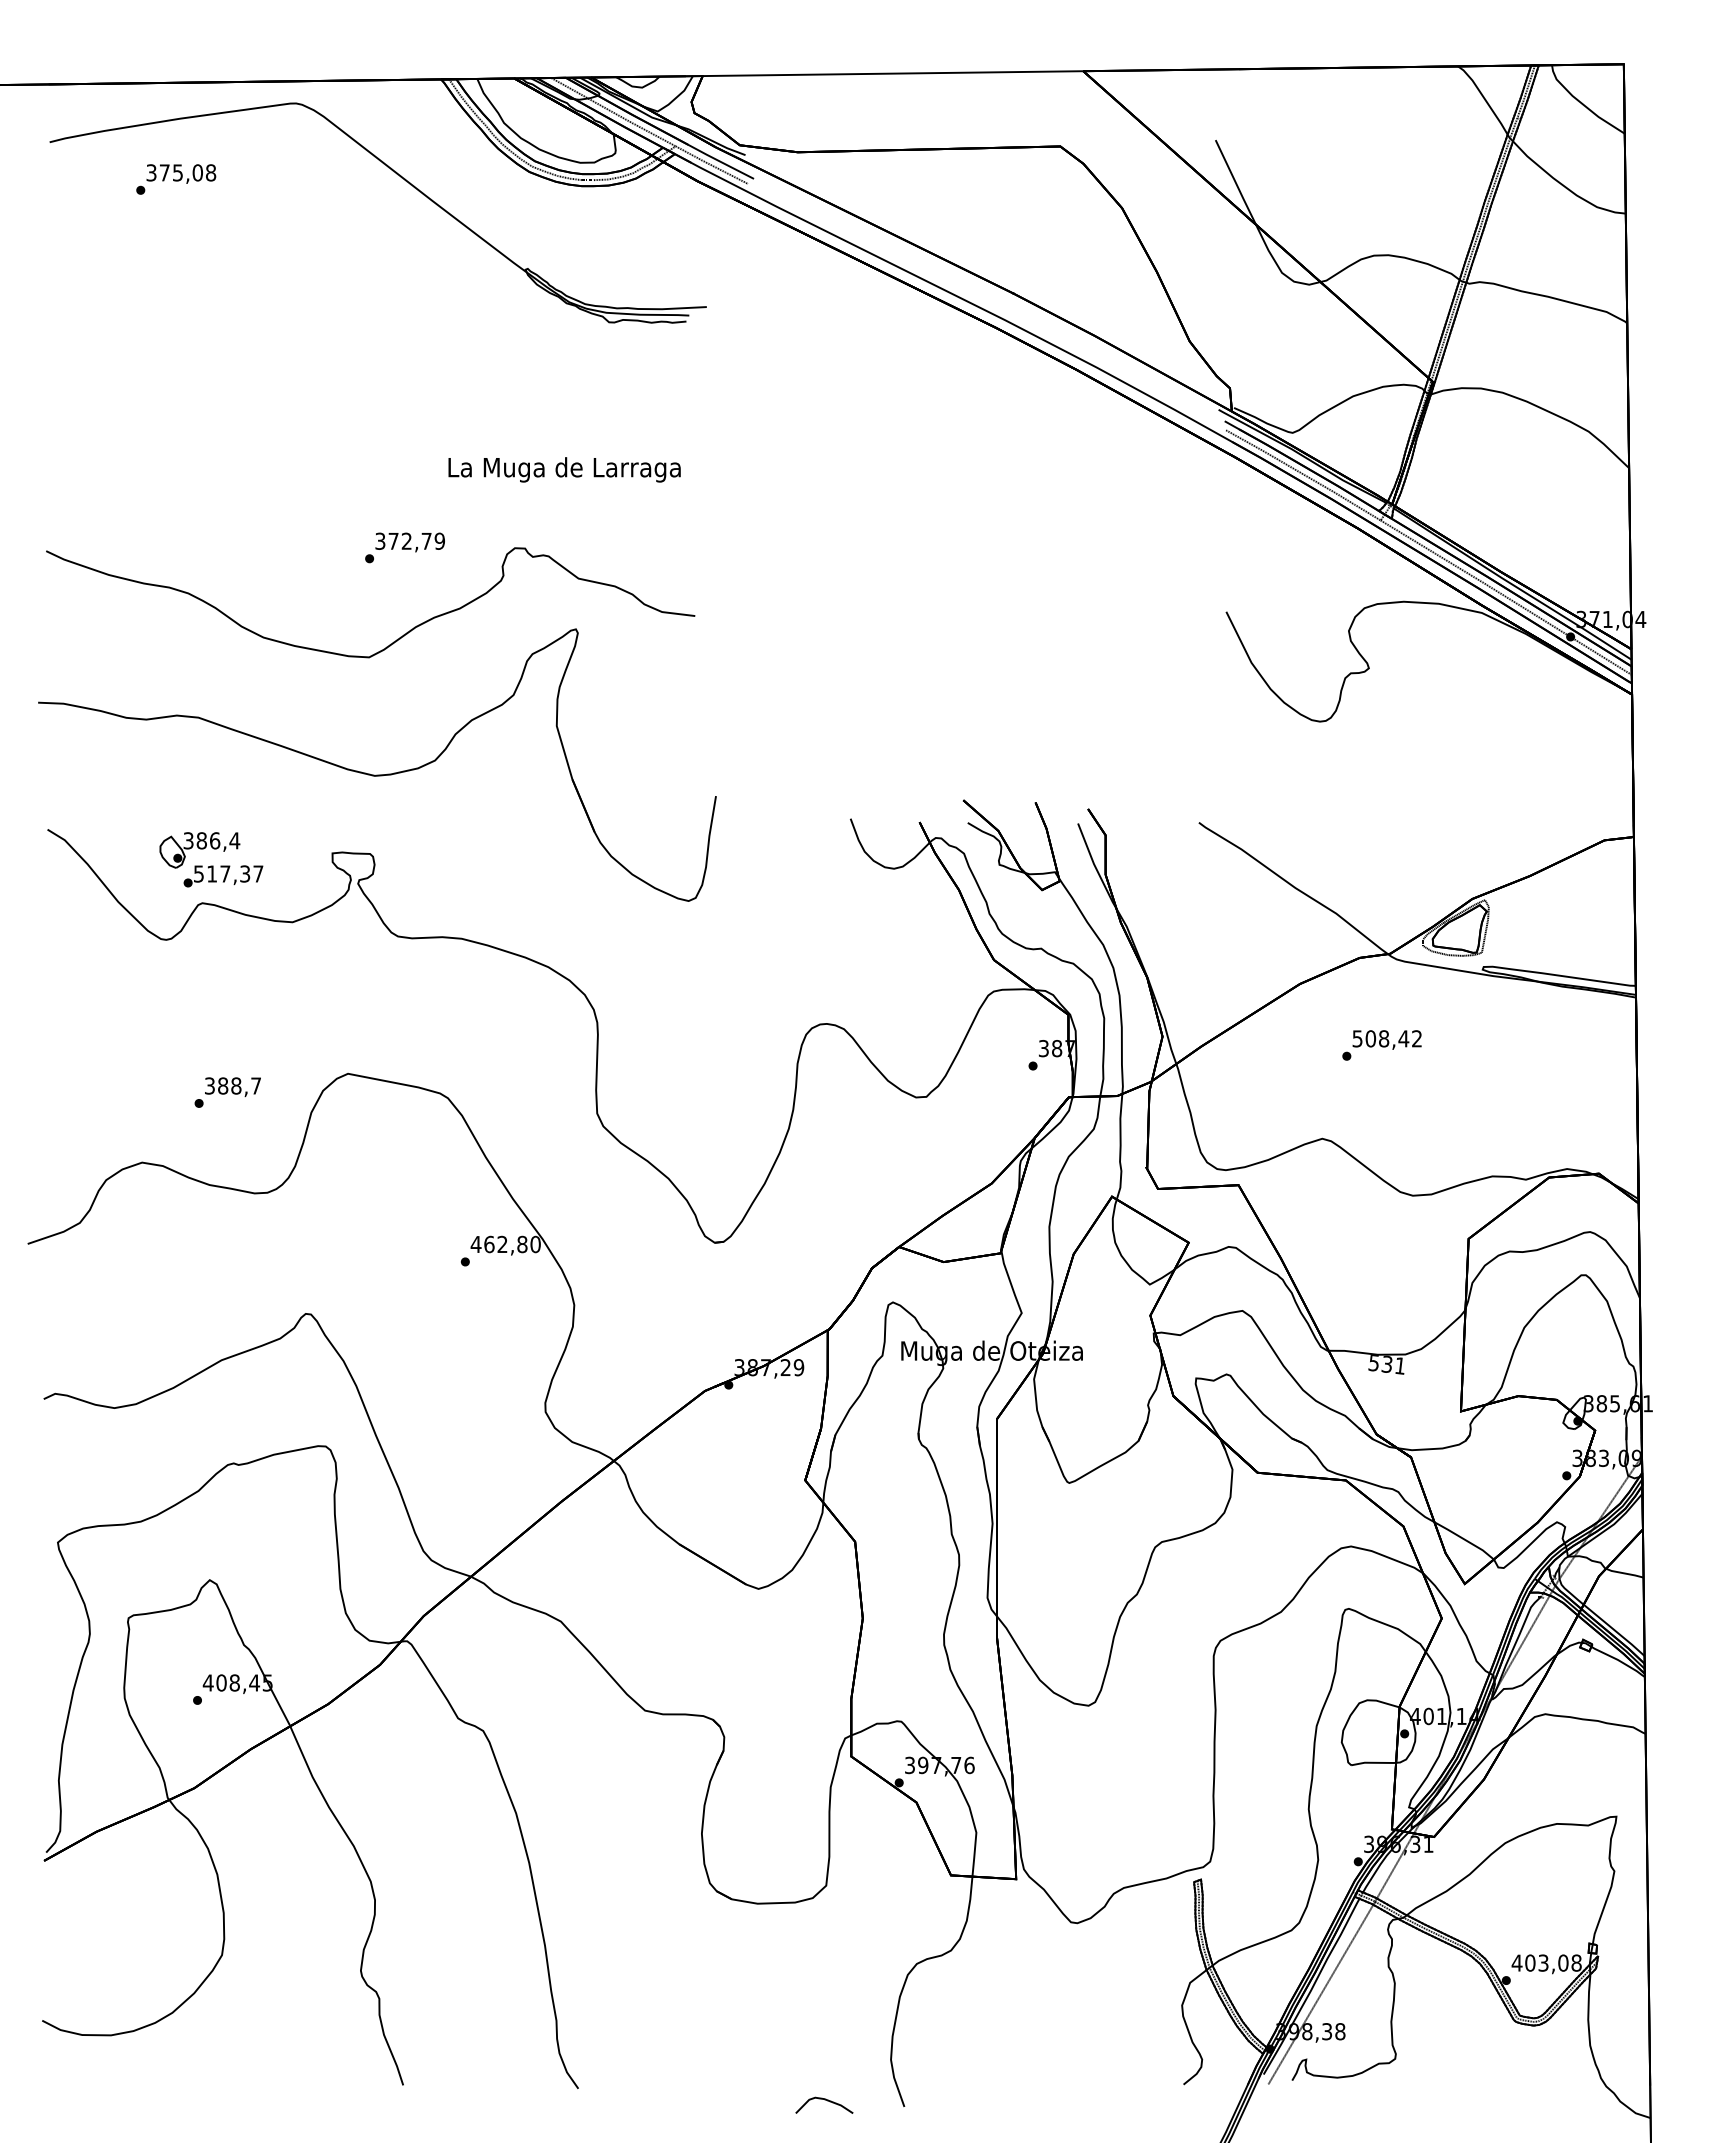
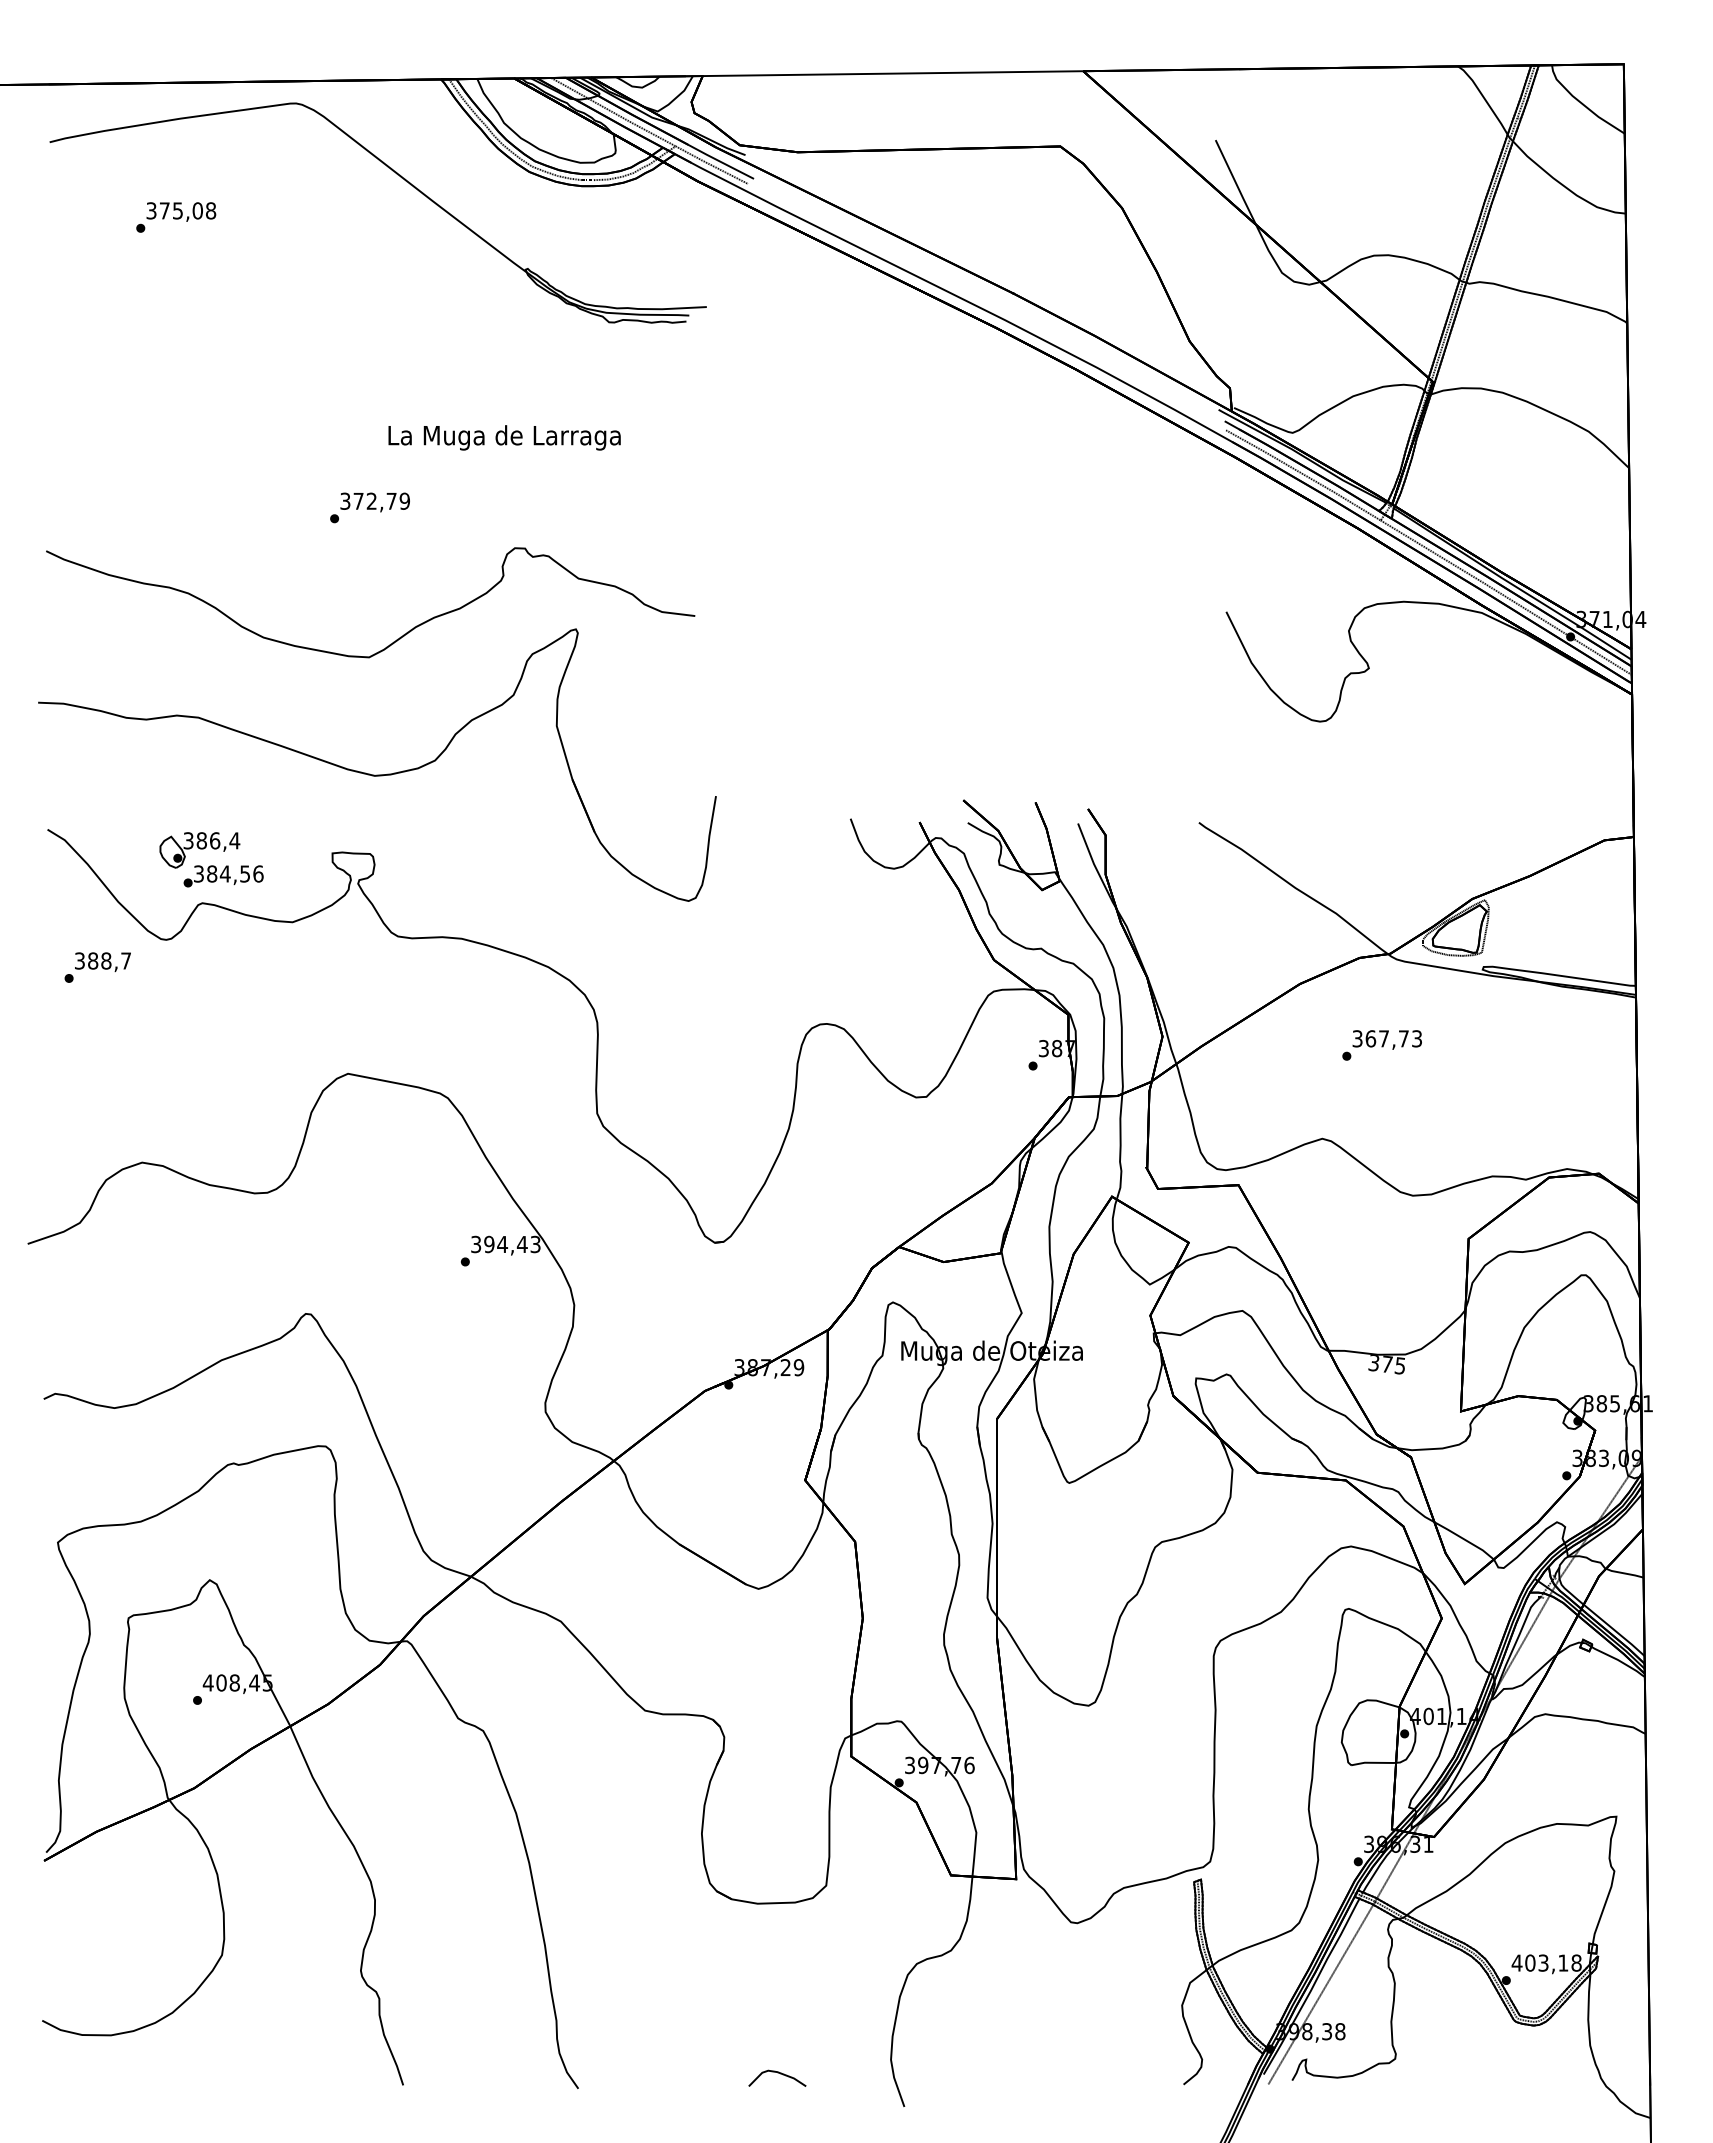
text at (176, 179) position: (176, 179) -> (176, 217)
text at (564, 469) position: (564, 469) -> (504, 437)
text at (404, 547) position: (404, 547) -> (369, 507)
text at (228, 873): 517,37 -> 384,56
text at (1387, 1038): 508,42 -> 367,73
text at (227, 1092) position: (227, 1092) -> (97, 967)
text at (505, 1244): 462,80 -> 394,43
text at (1387, 1364): 531 -> 375
text at (1563, 1962): 403,08 -> 403,18
curve at (824, 2100) position: (824, 2100) -> (777, 2073)
